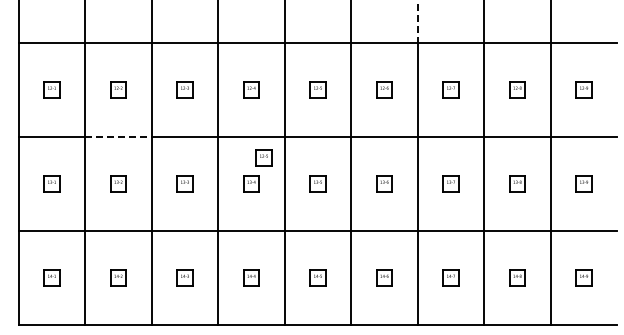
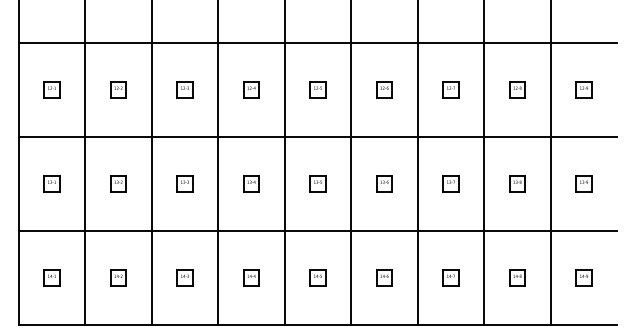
line at (417, 21): dashed -> solid
line at (118, 136): dashed -> solid
part at (263, 157): present -> none
